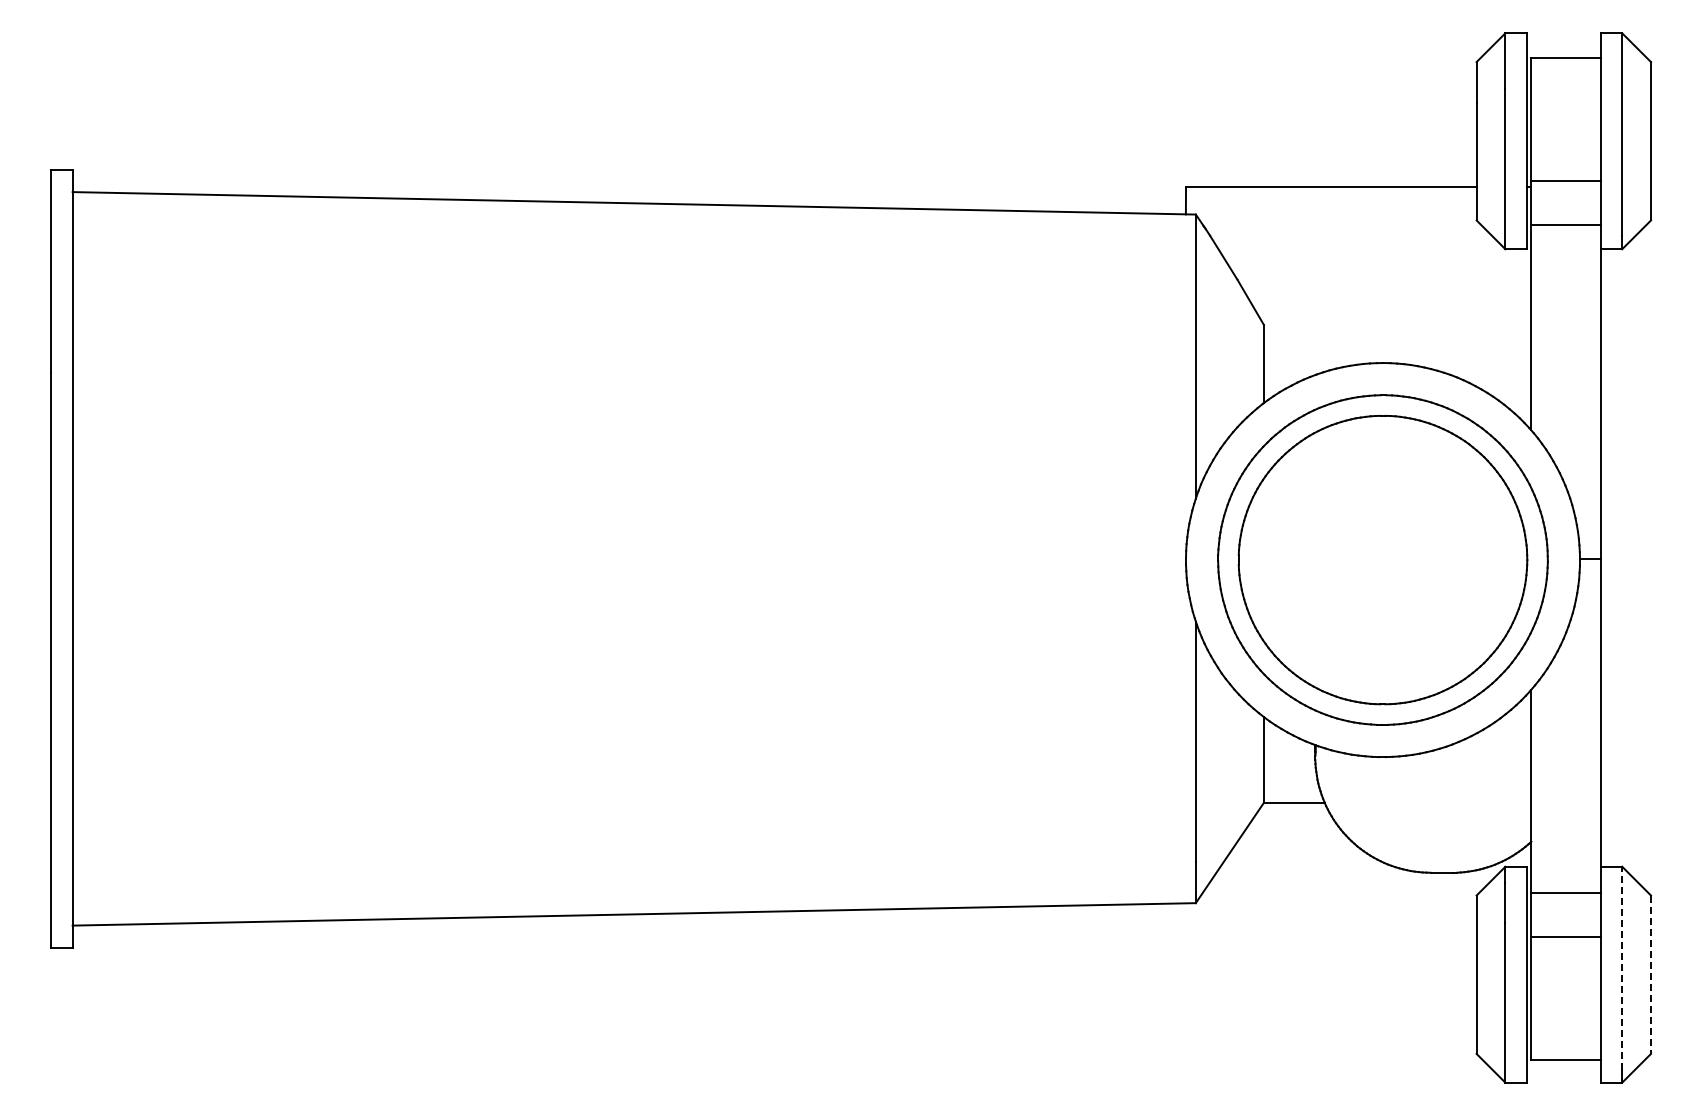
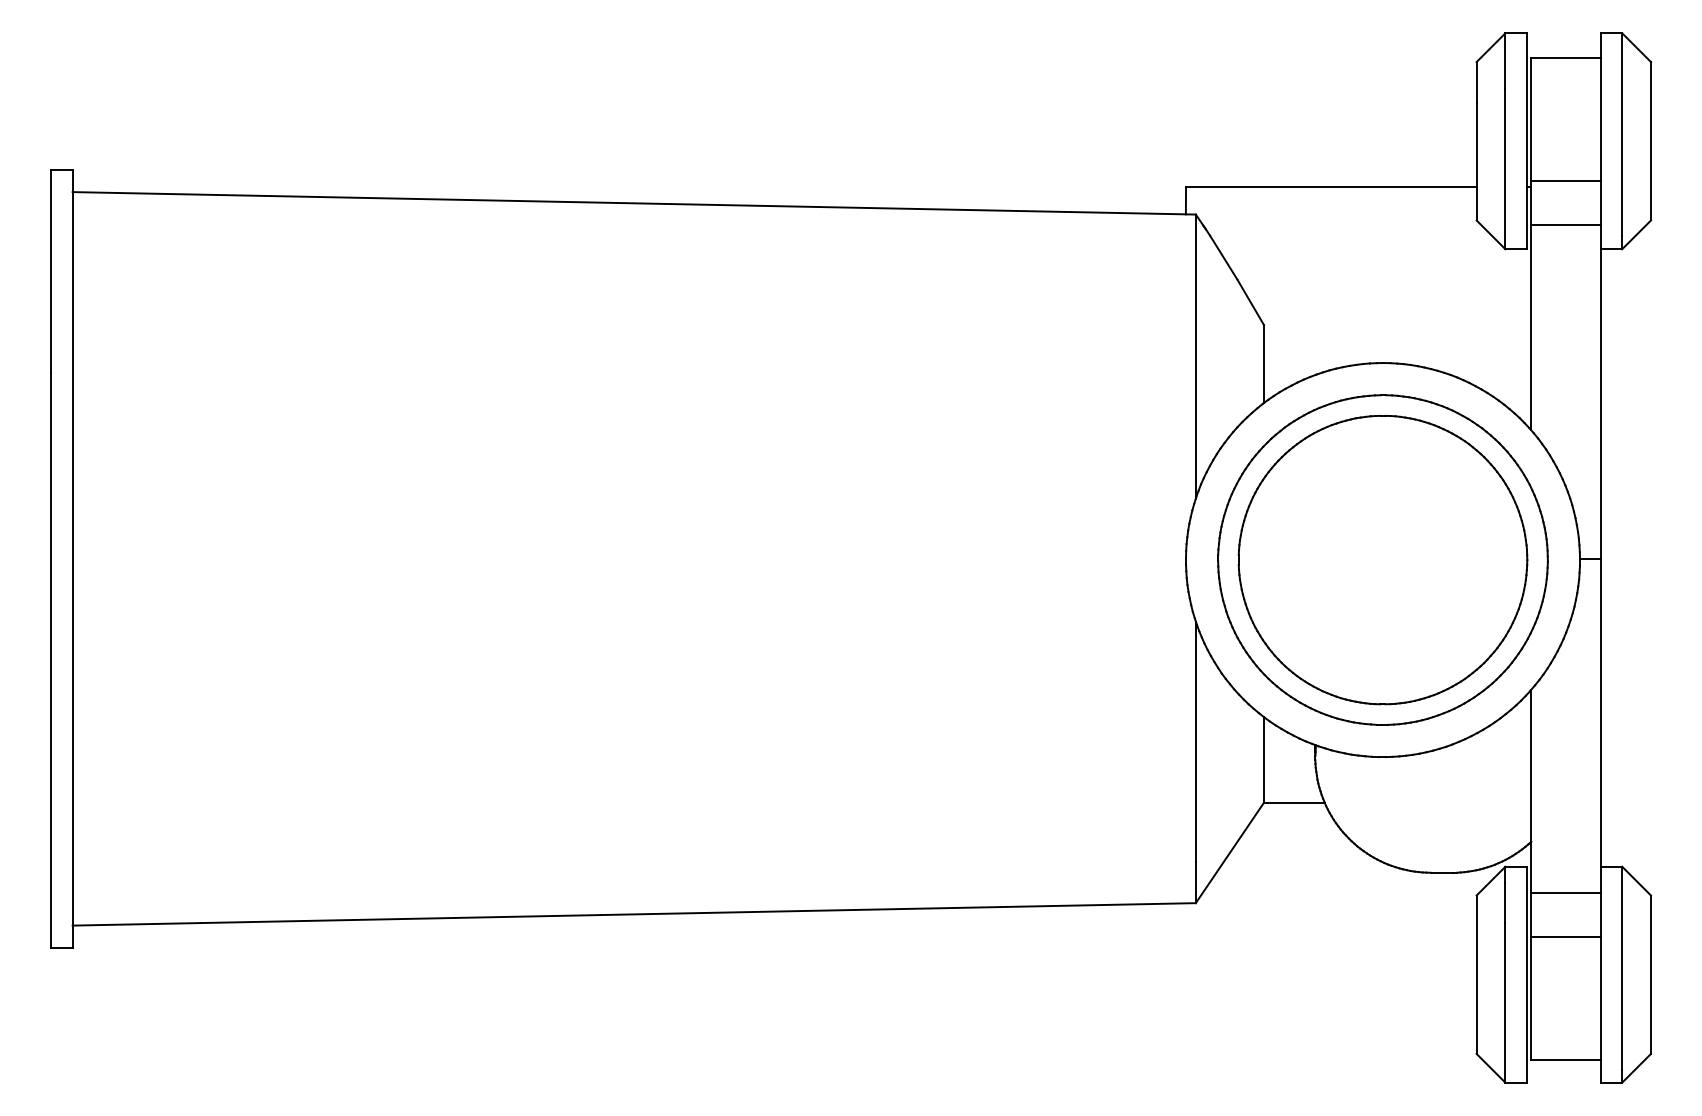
line at (1622, 967): dashed -> solid
line at (1651, 975): dashed -> solid
